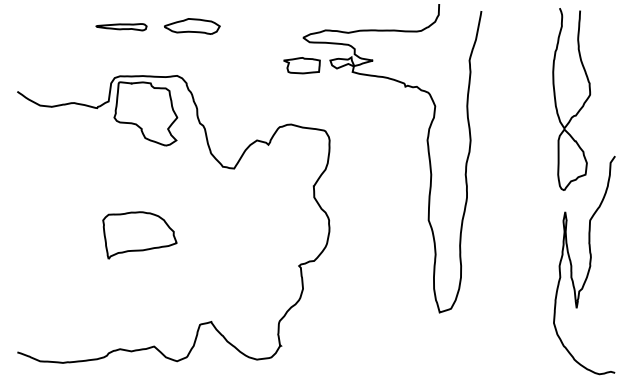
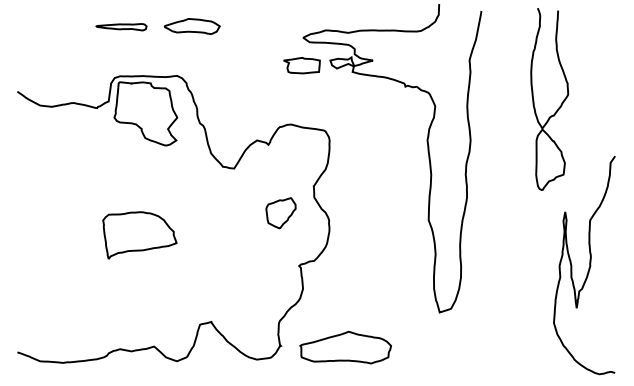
part at (580, 107) position: (580, 107) -> (558, 107)
part at (280, 213): none -> present
part at (345, 347): none -> present
